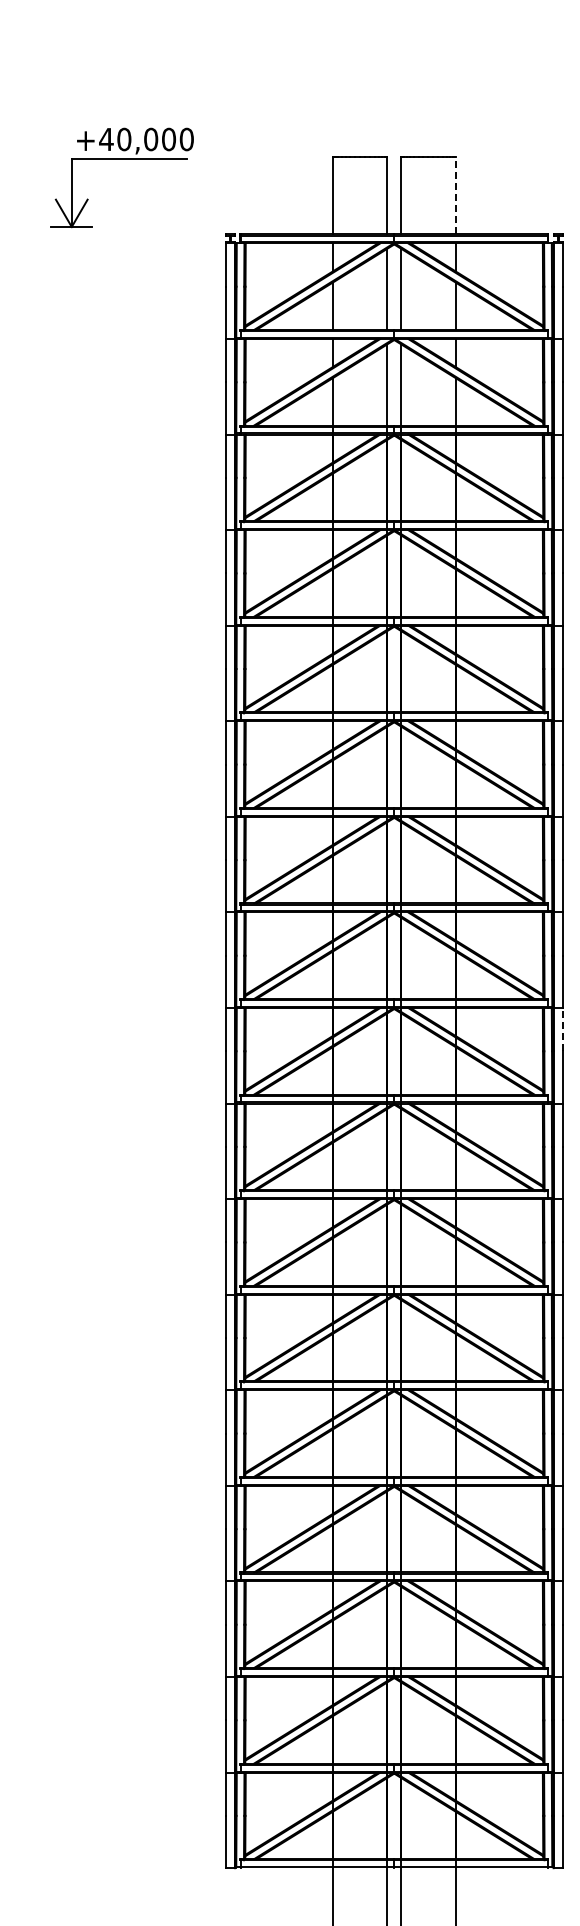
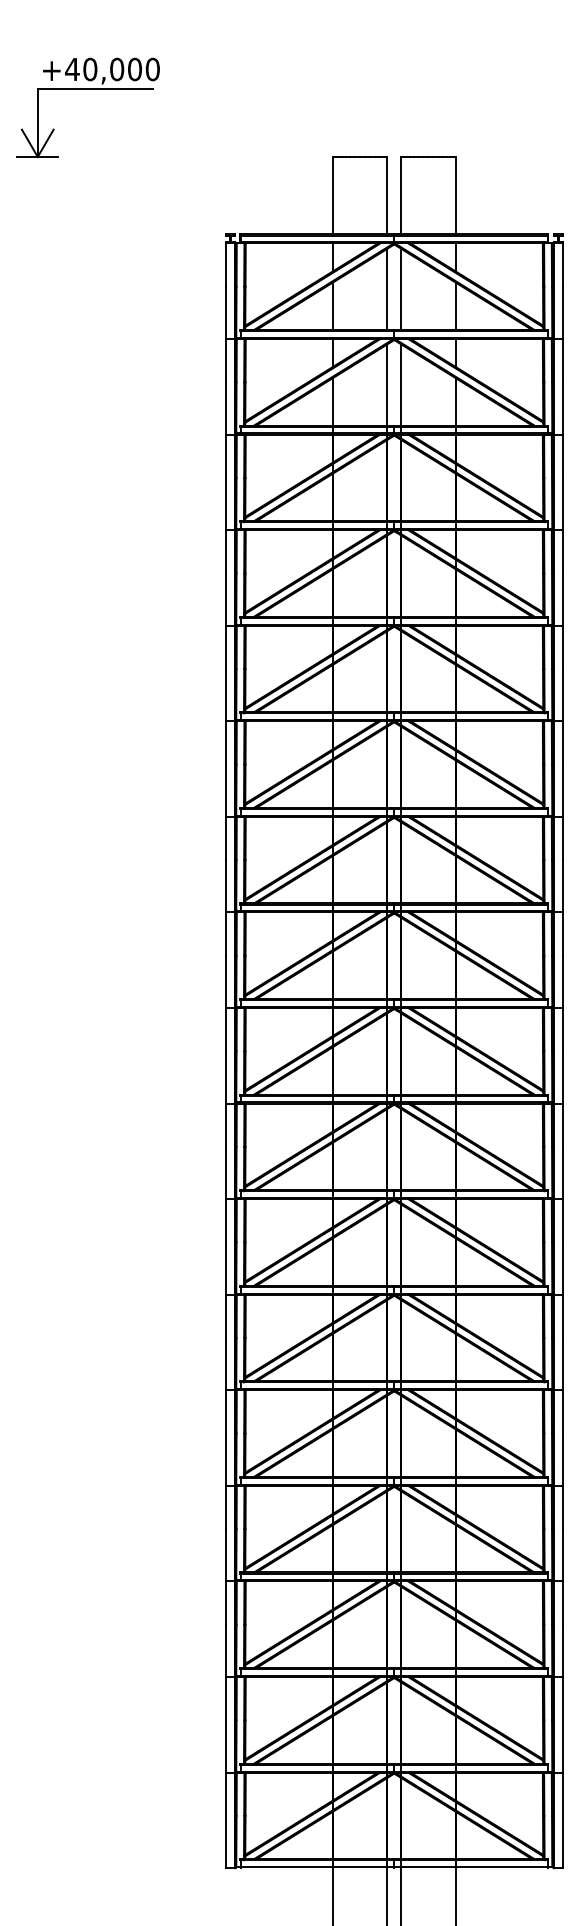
part at (121, 159) position: (121, 159) -> (87, 89)
line at (455, 195): dashed -> solid
line at (562, 1029): dashed -> solid
